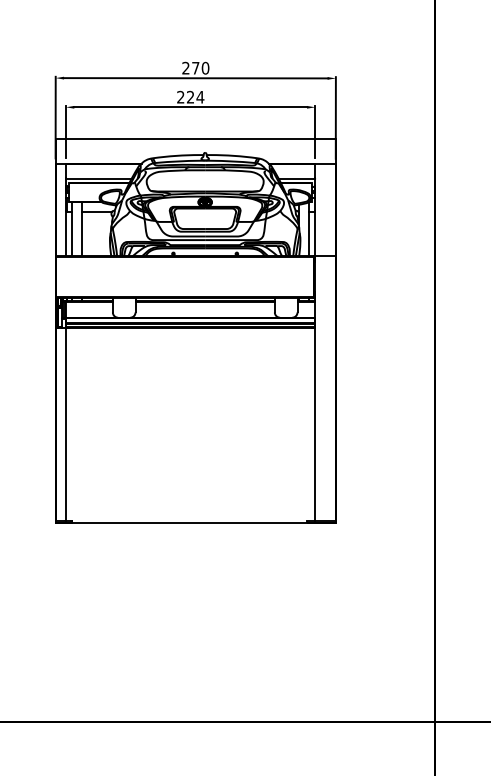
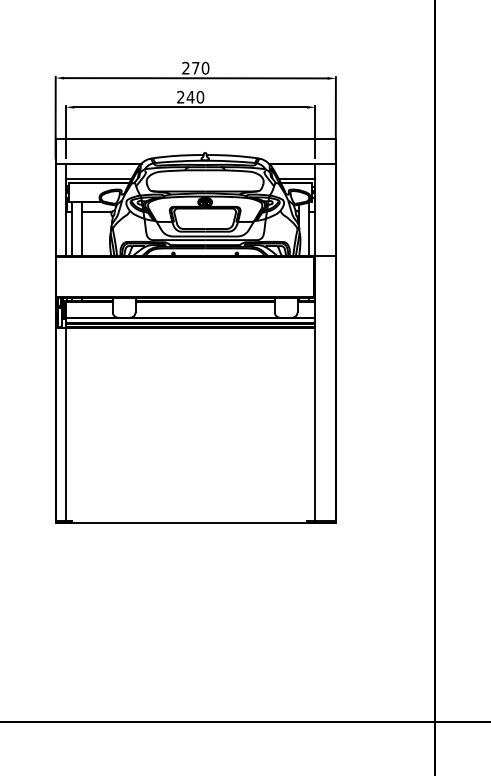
text at (195, 96): 224 -> 240
